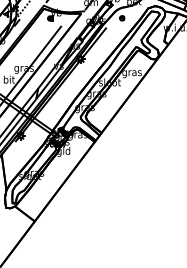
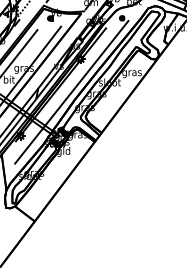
line at (19, 52): none -> present
line at (71, 92): none -> present
